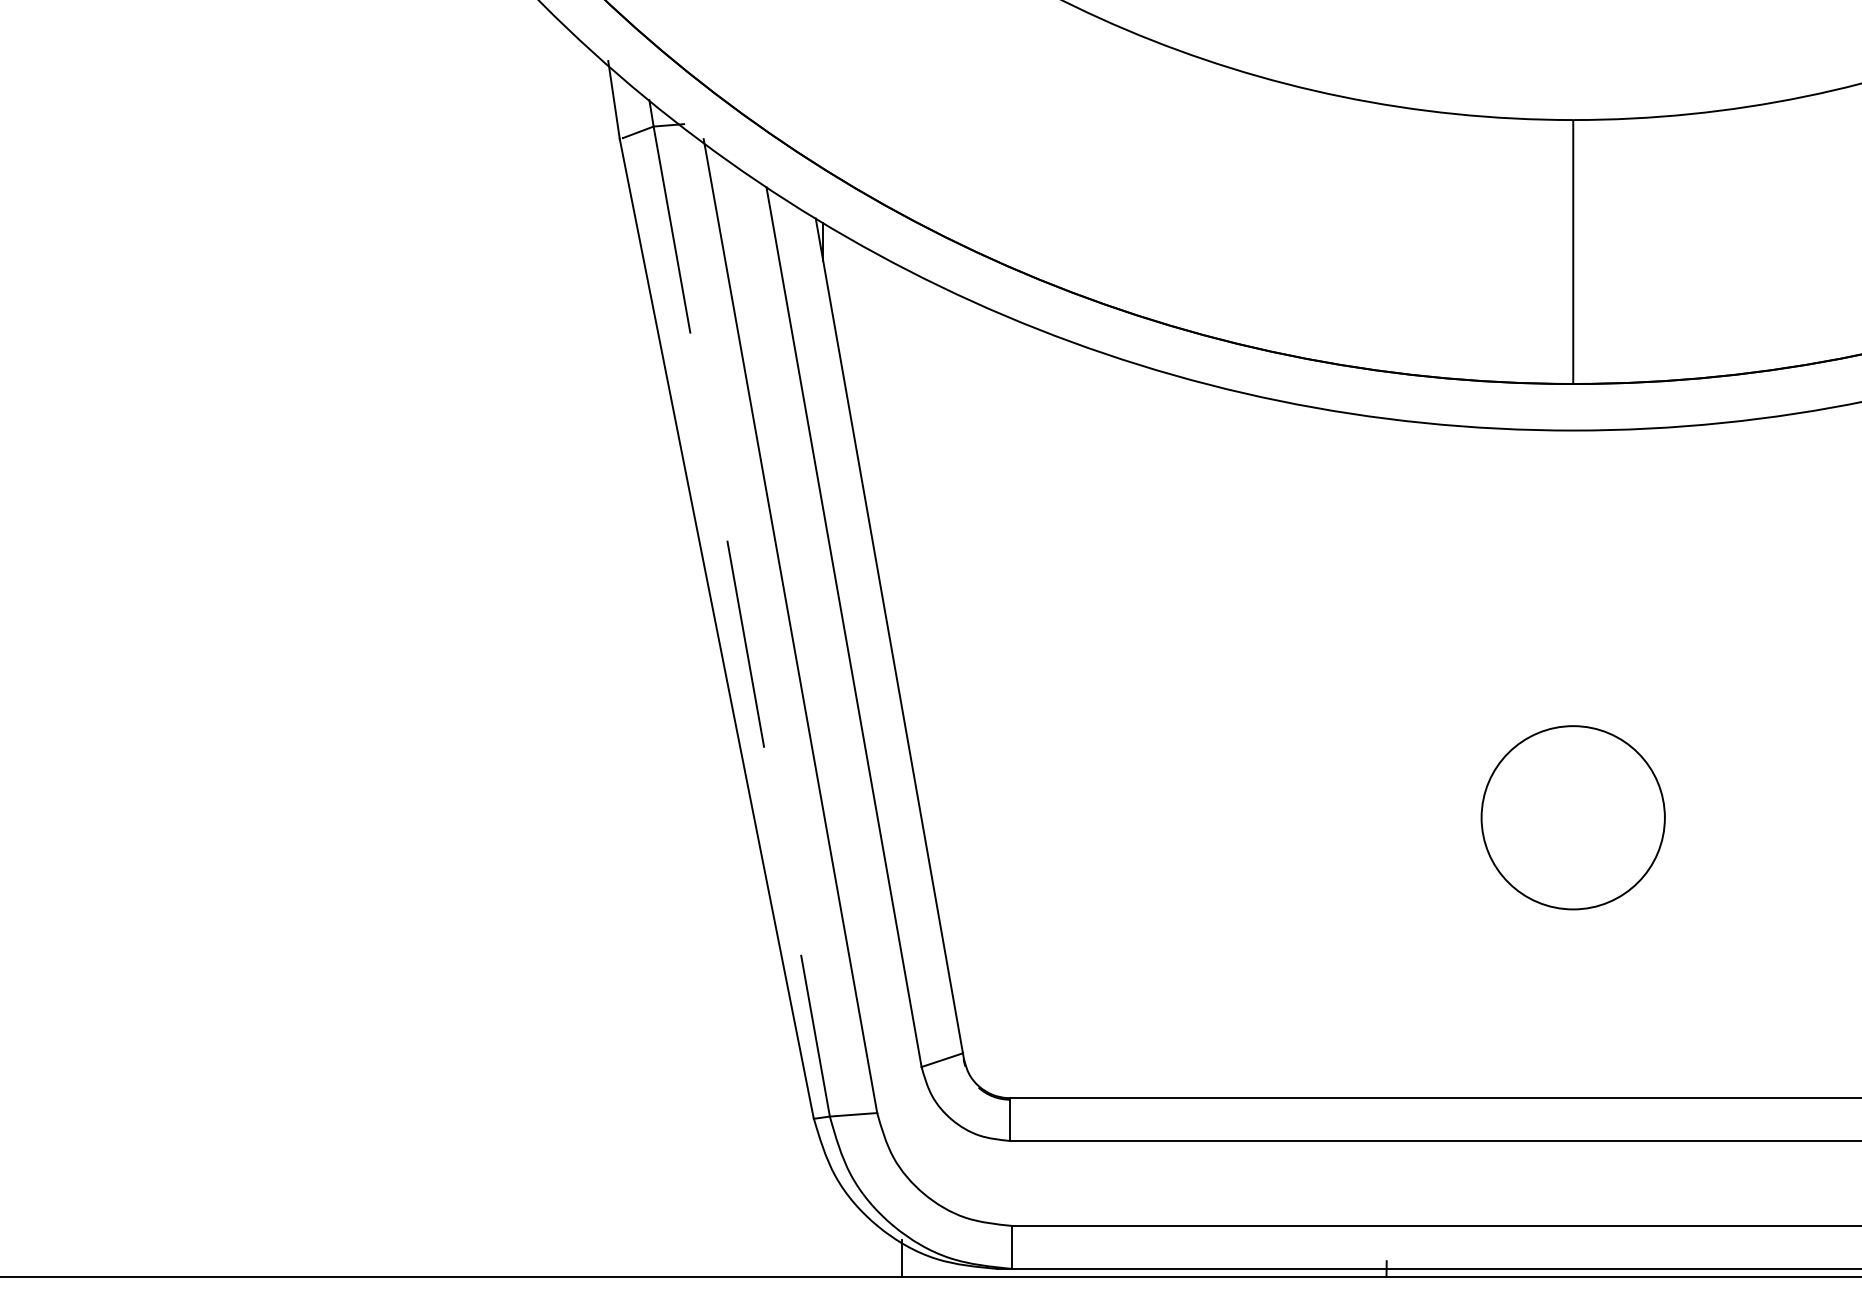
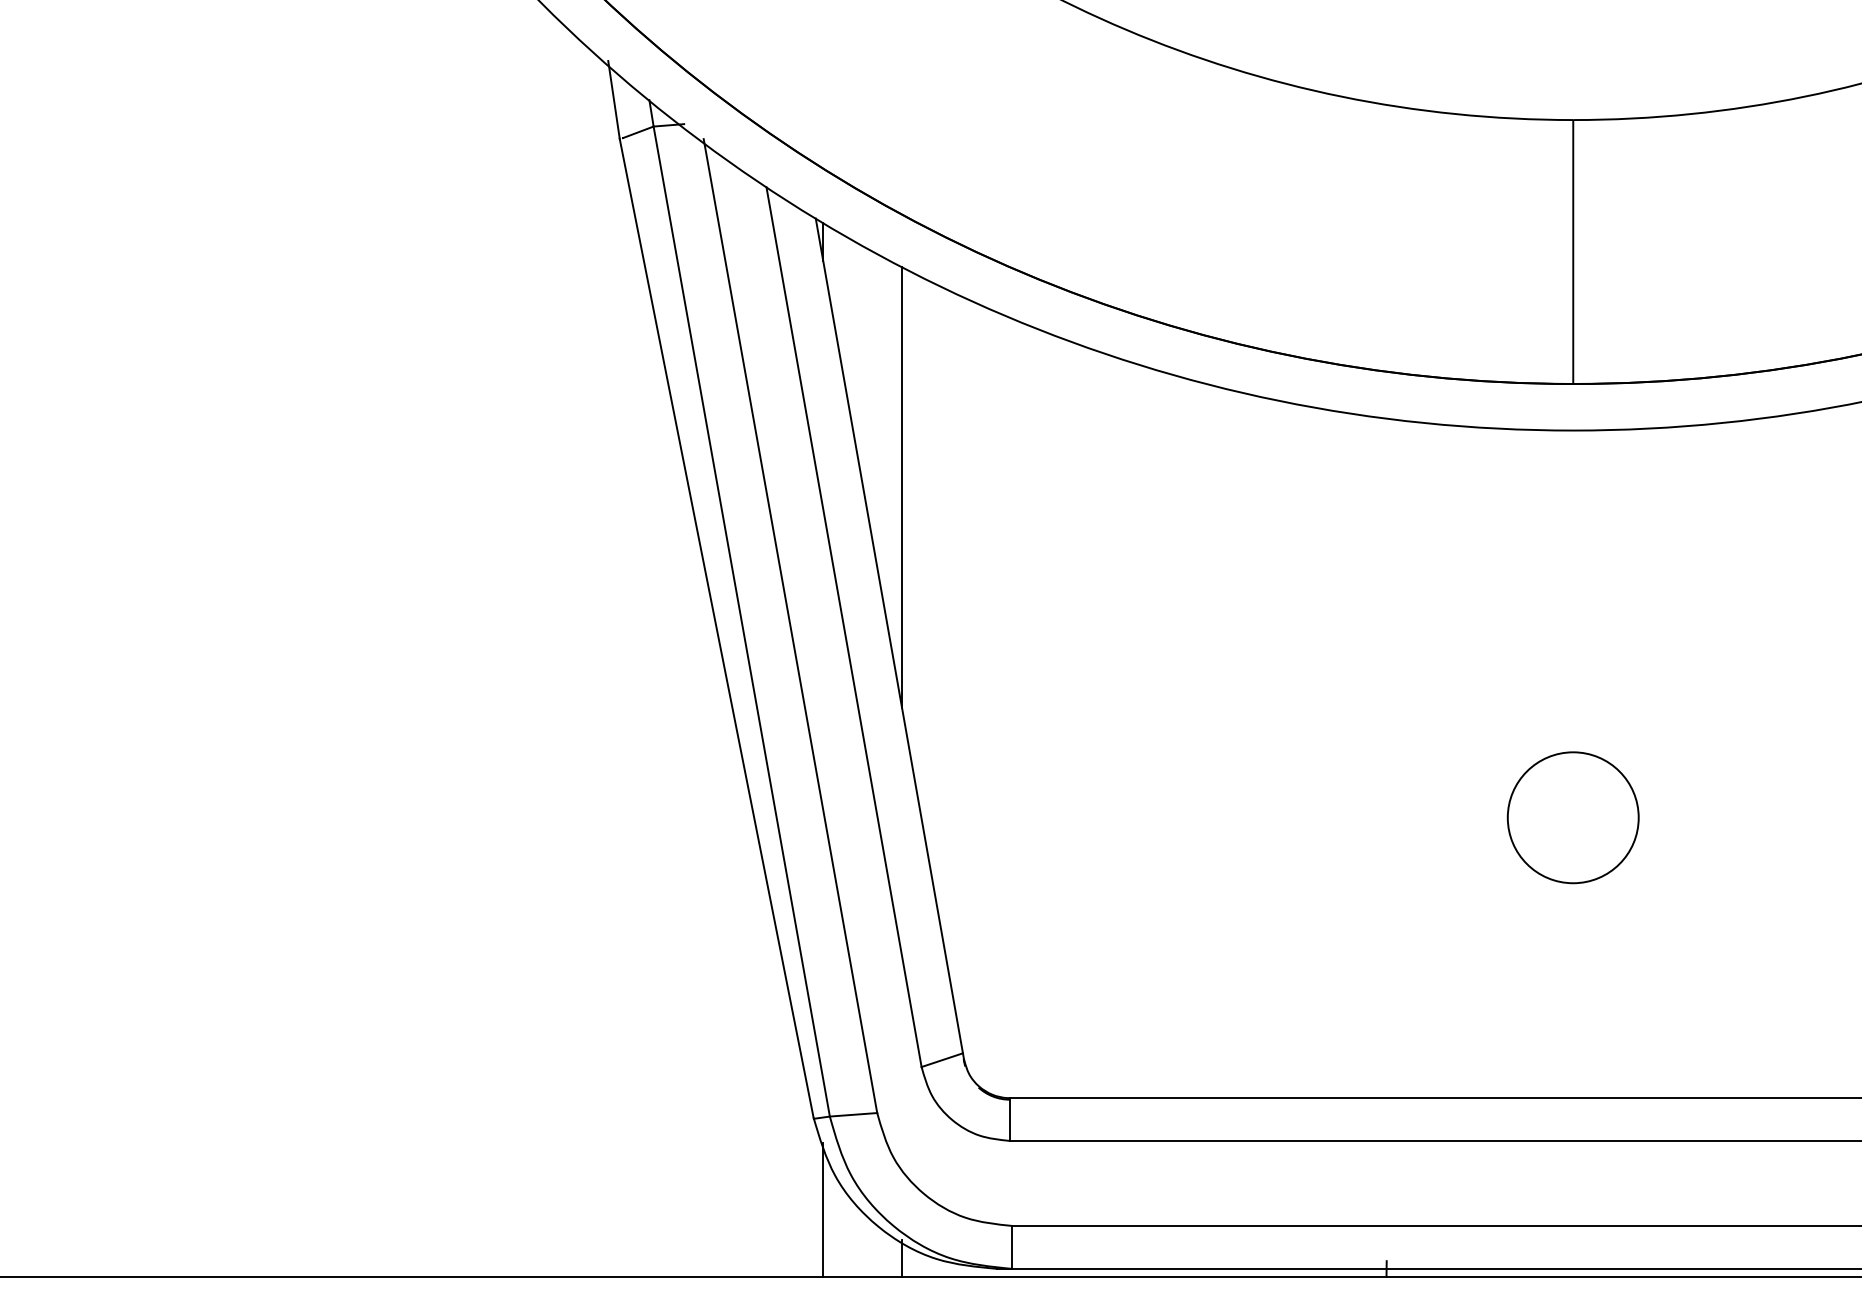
line at (902, 487): none -> present
line at (741, 621): dashed -> solid
circle at (1572, 817) diameter: 183 px -> 131 px
line at (823, 1209): none -> present
